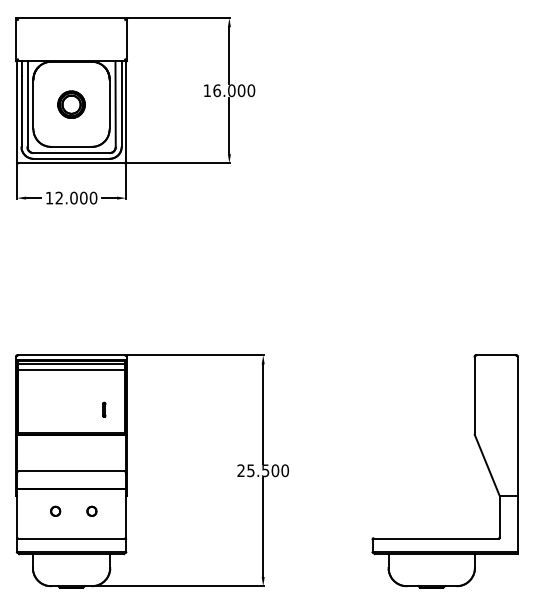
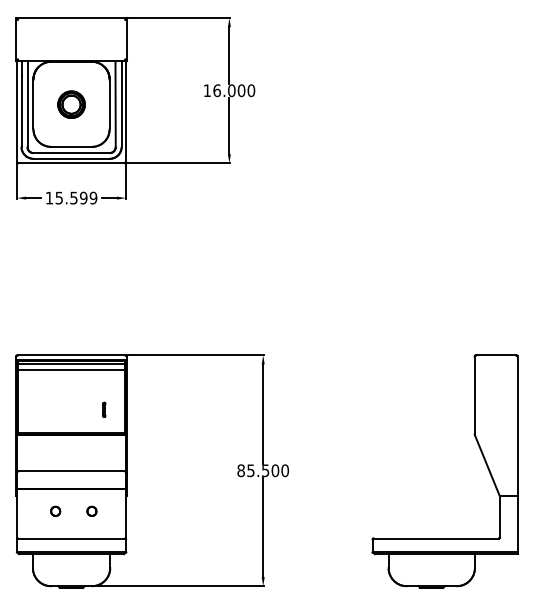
text at (76, 197): 12.000 -> 15.599
text at (240, 470): 25.500 -> 85.500
